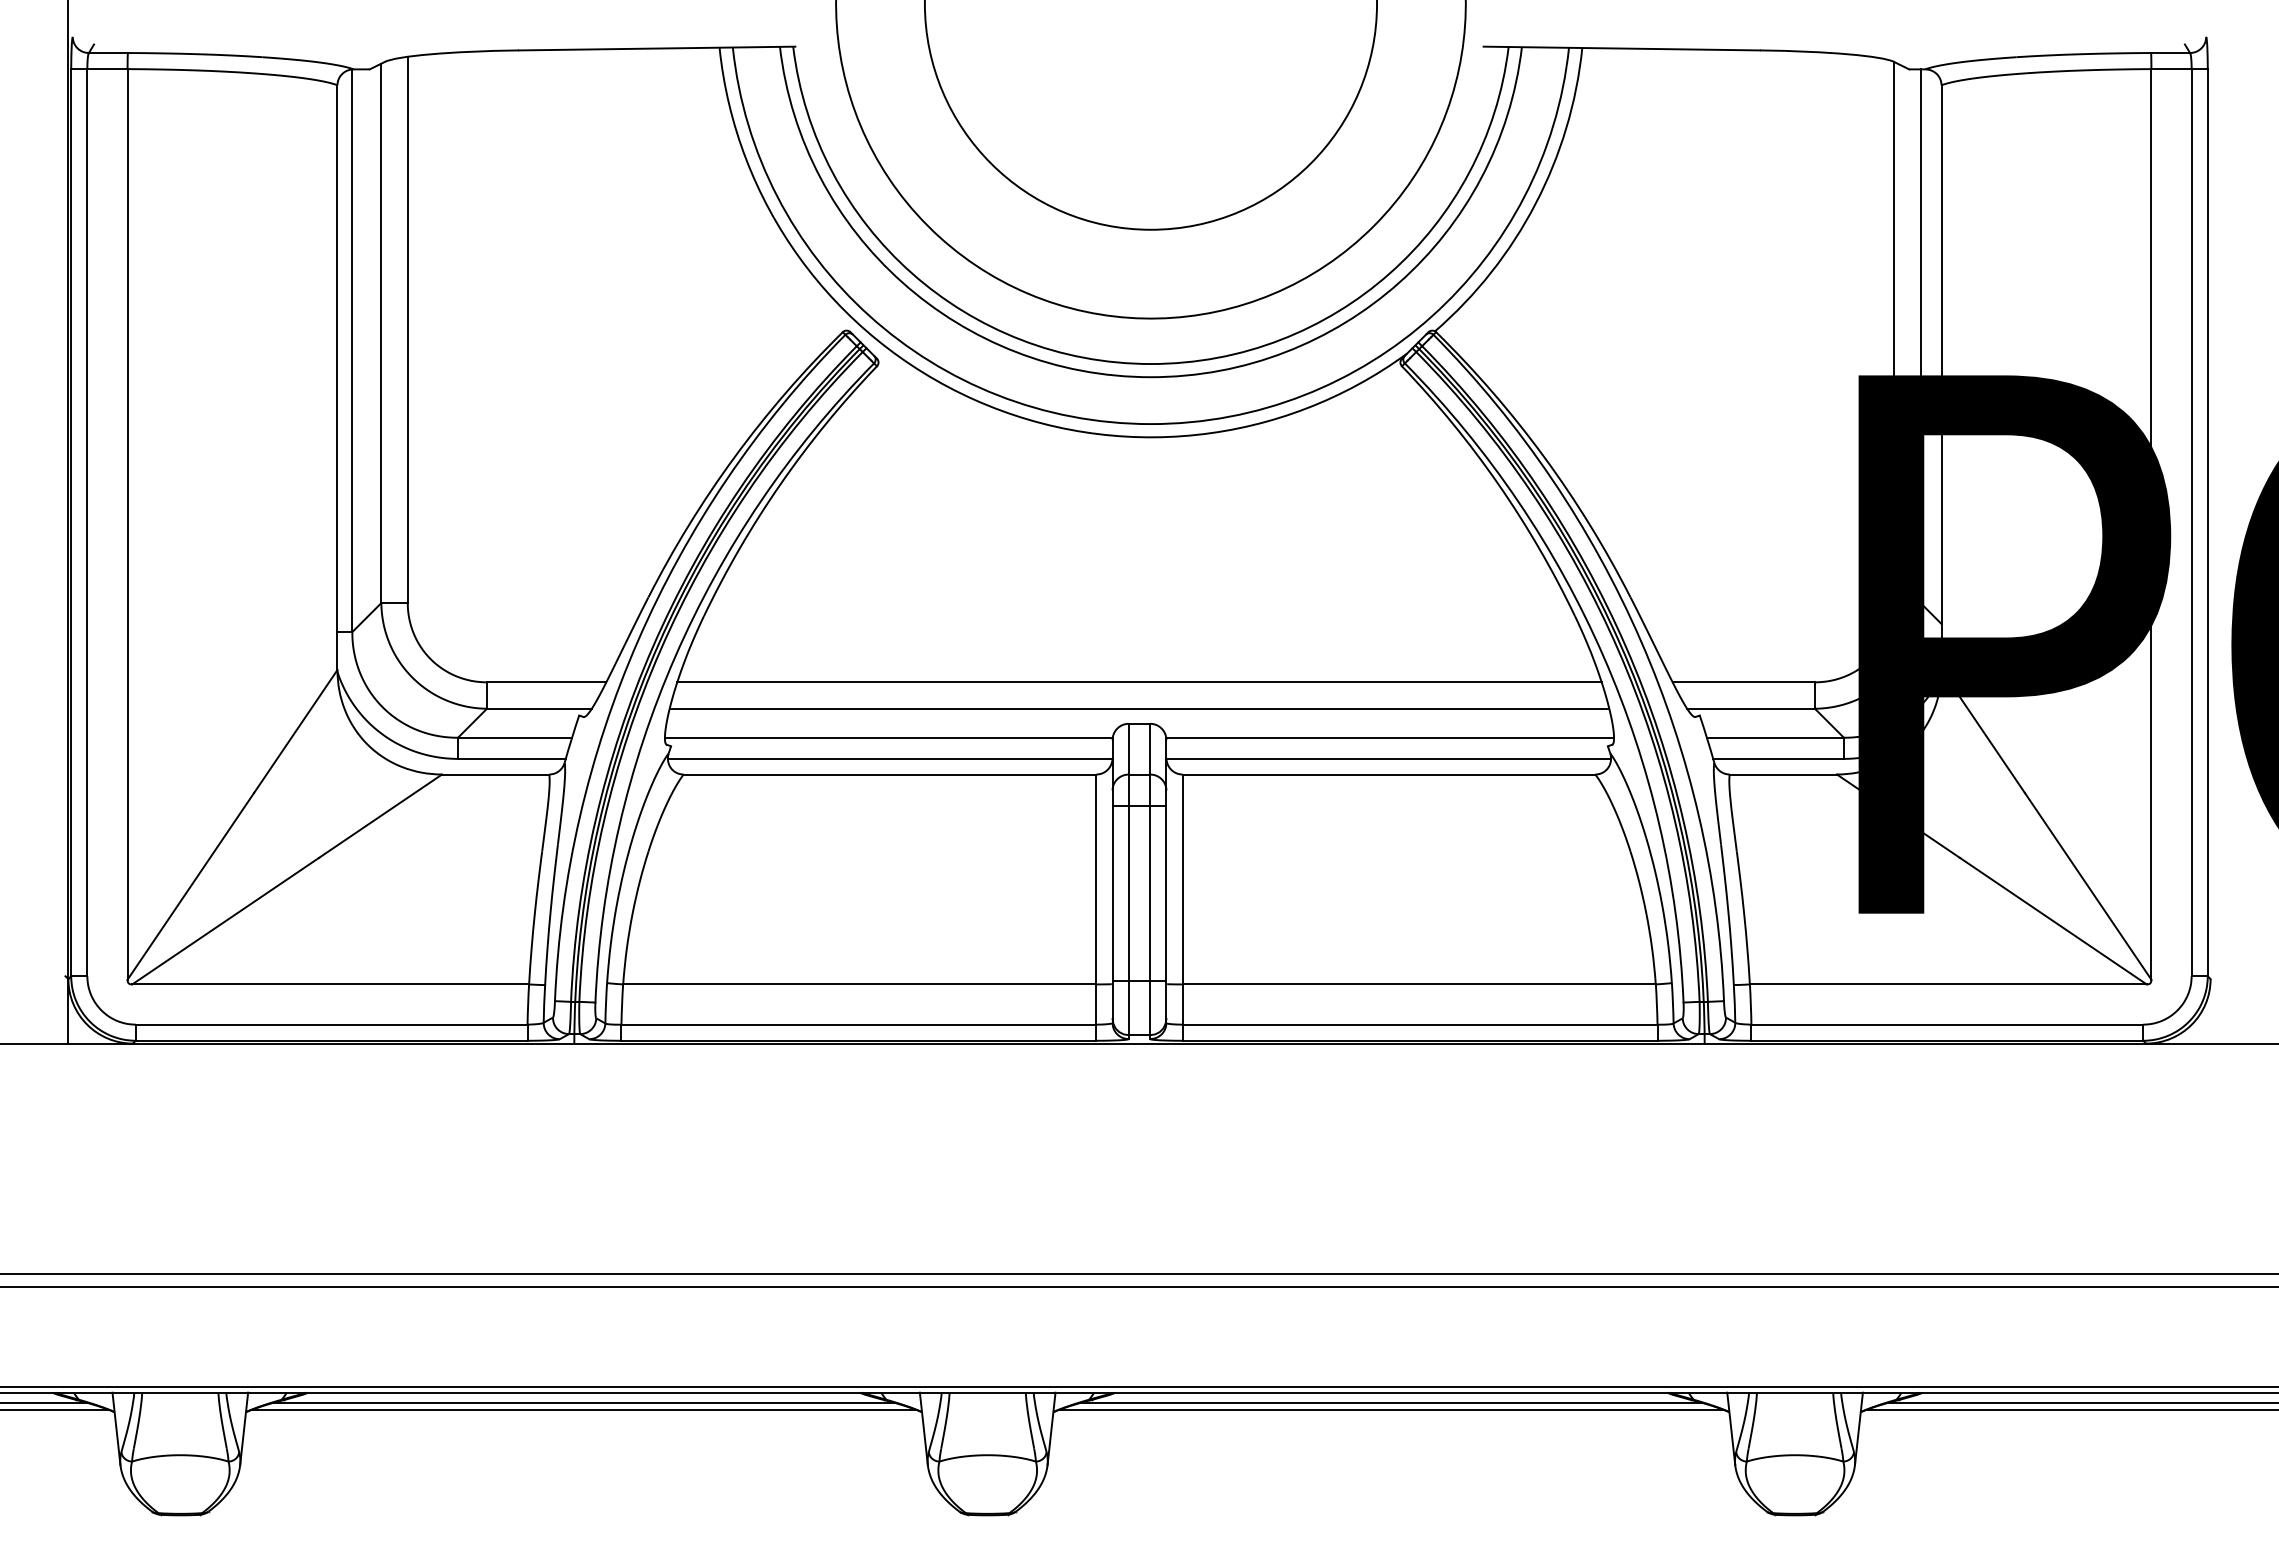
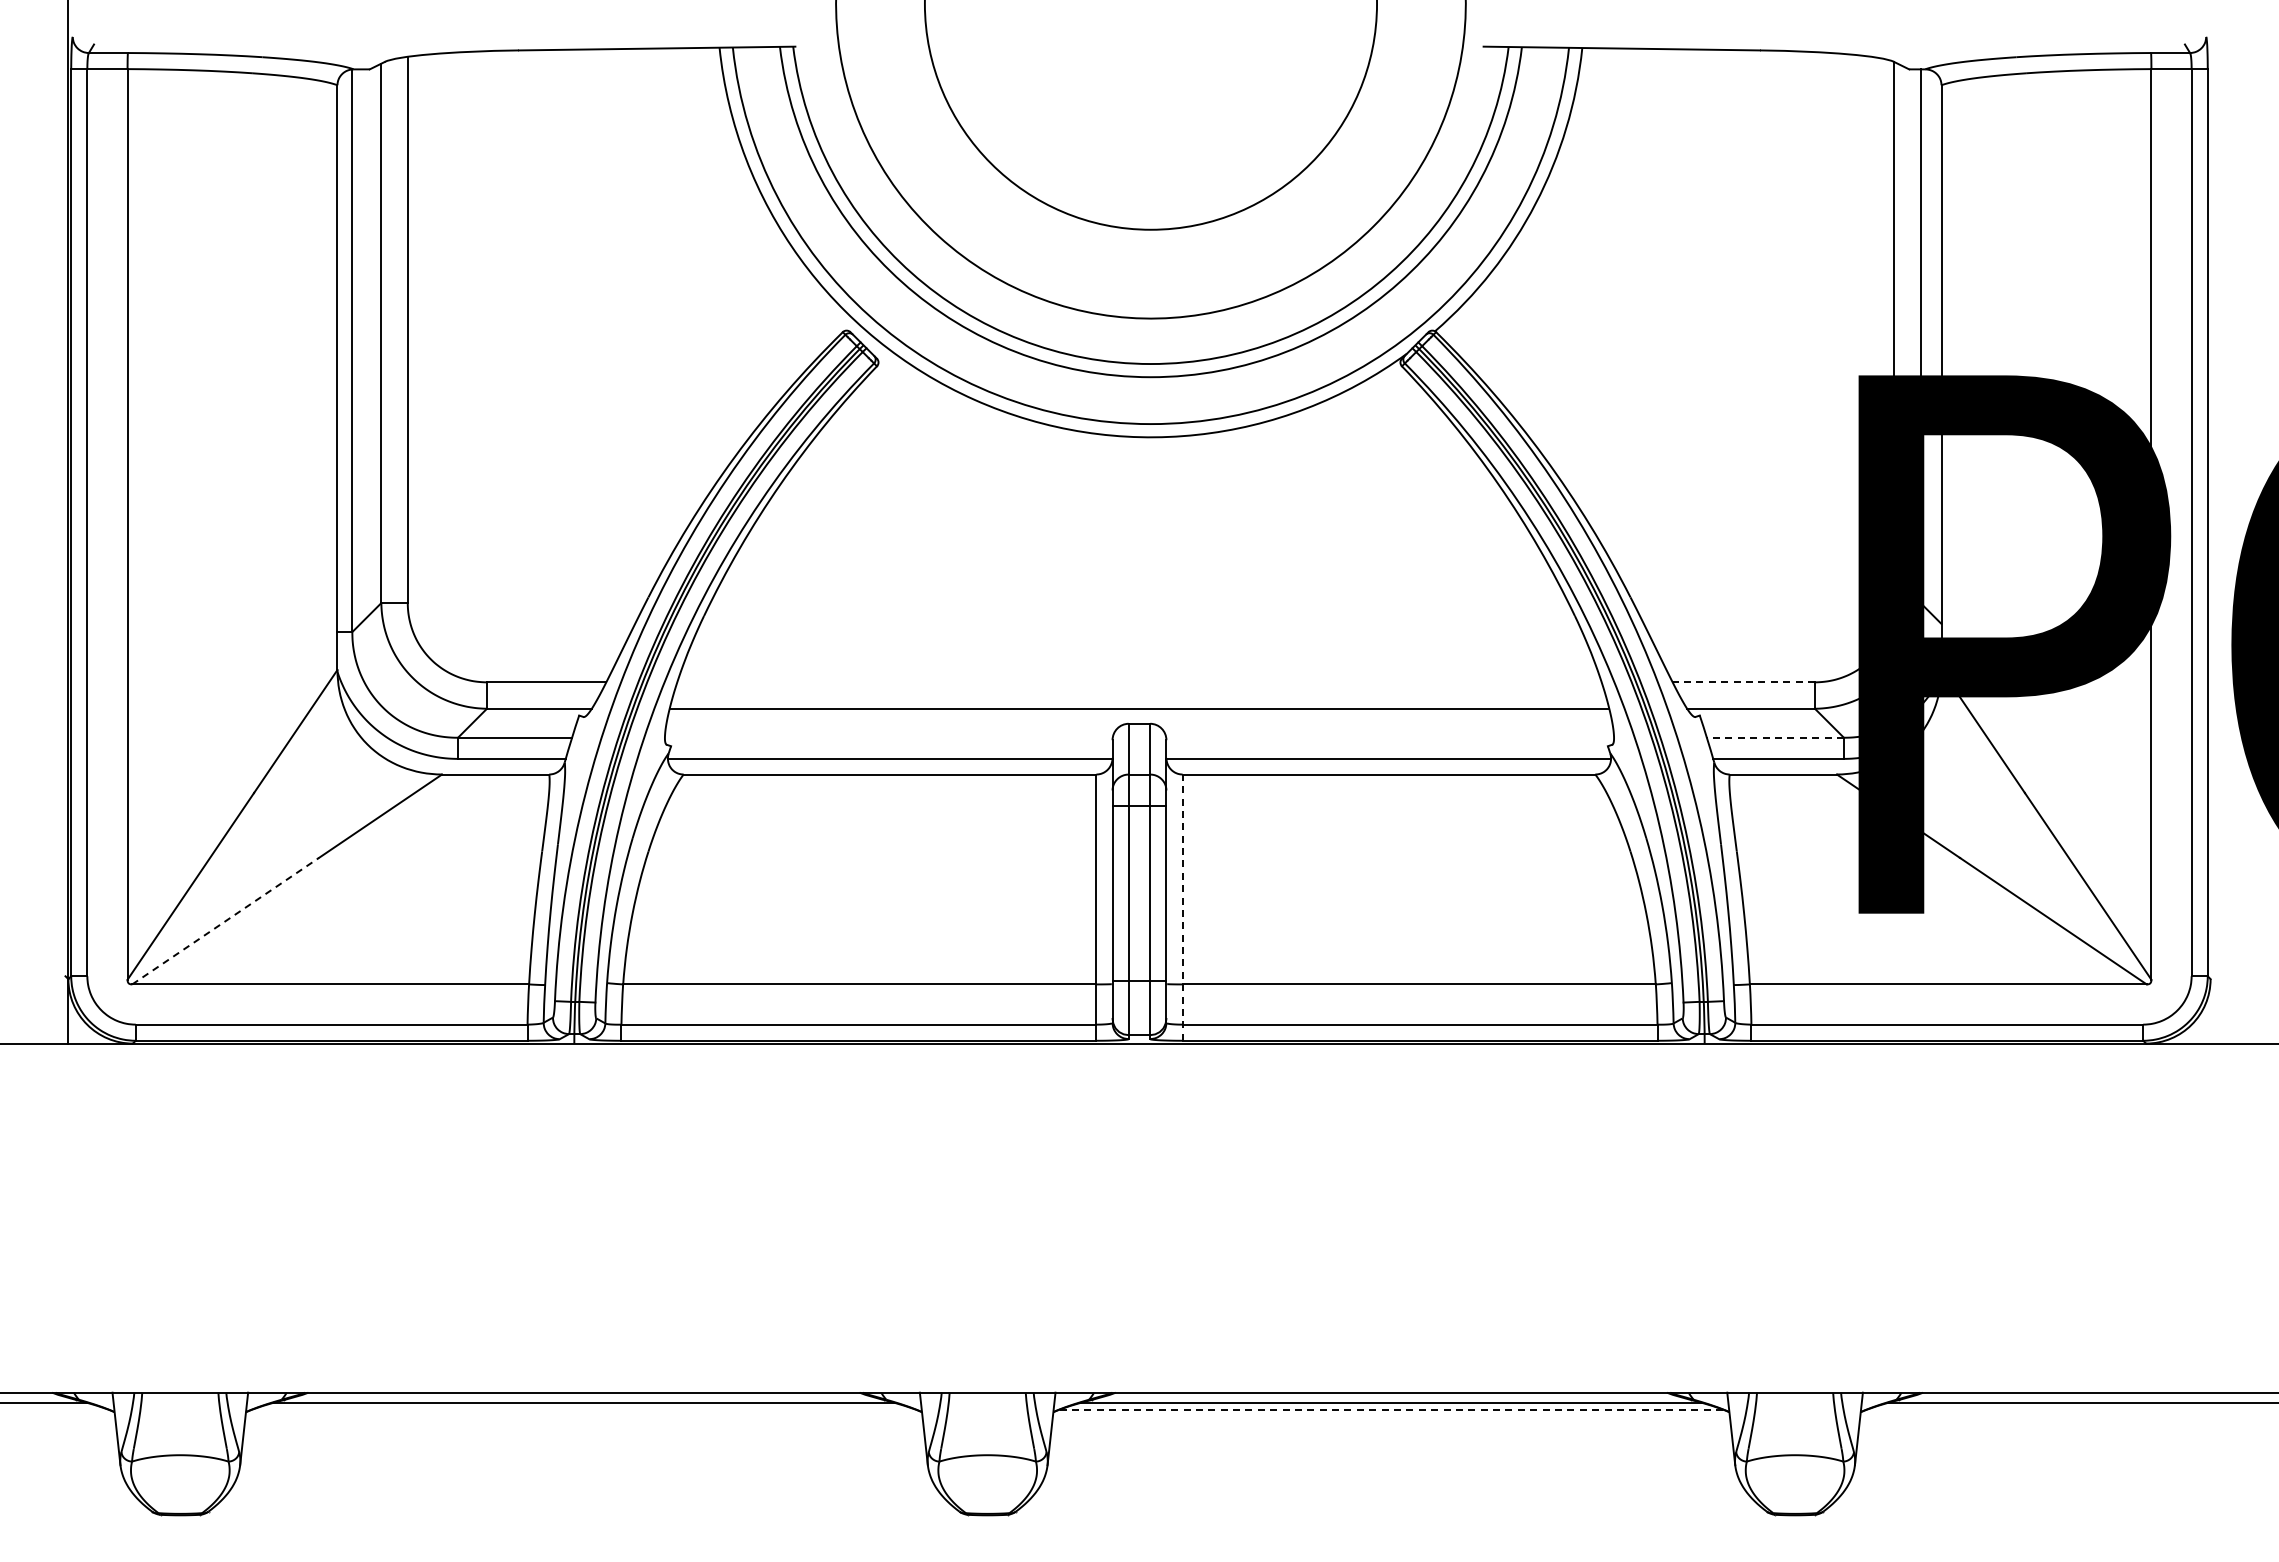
line at (1139, 682): present -> none
line at (1743, 682): solid -> dashed
line at (889, 737): present -> none
line at (1389, 737): present -> none
line at (1774, 737): solid -> dashed
line at (1182, 907): solid -> dashed
line at (225, 921): solid -> dashed
line at (1138, 1274): present -> none
line at (1138, 1286): present -> none
line at (1138, 1387): present -> none
line at (55, 1409): present -> none
line at (583, 1409): present -> none
line at (1391, 1409): solid -> dashed
line at (2071, 1409): present -> none
